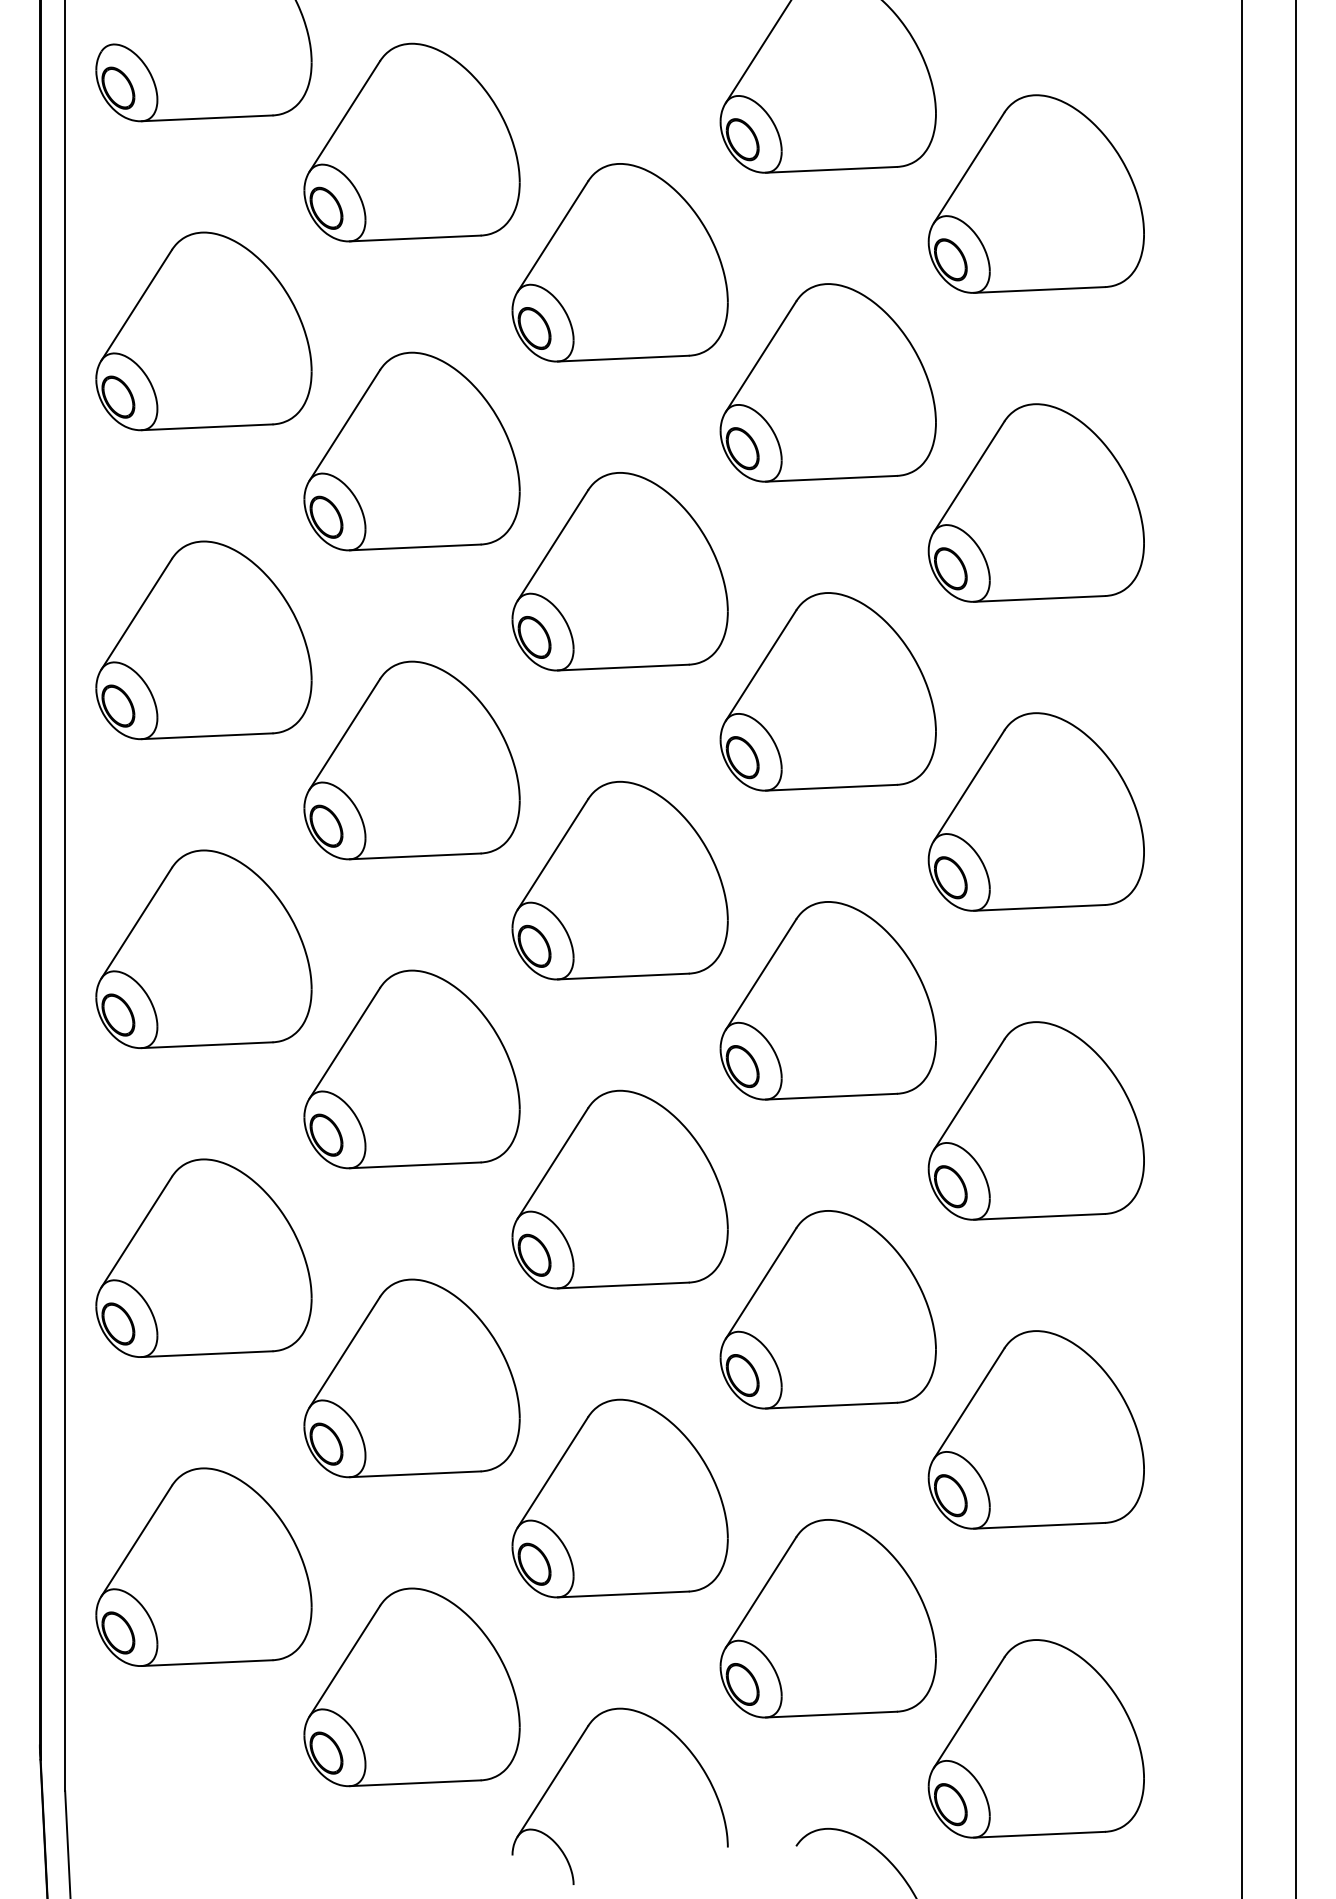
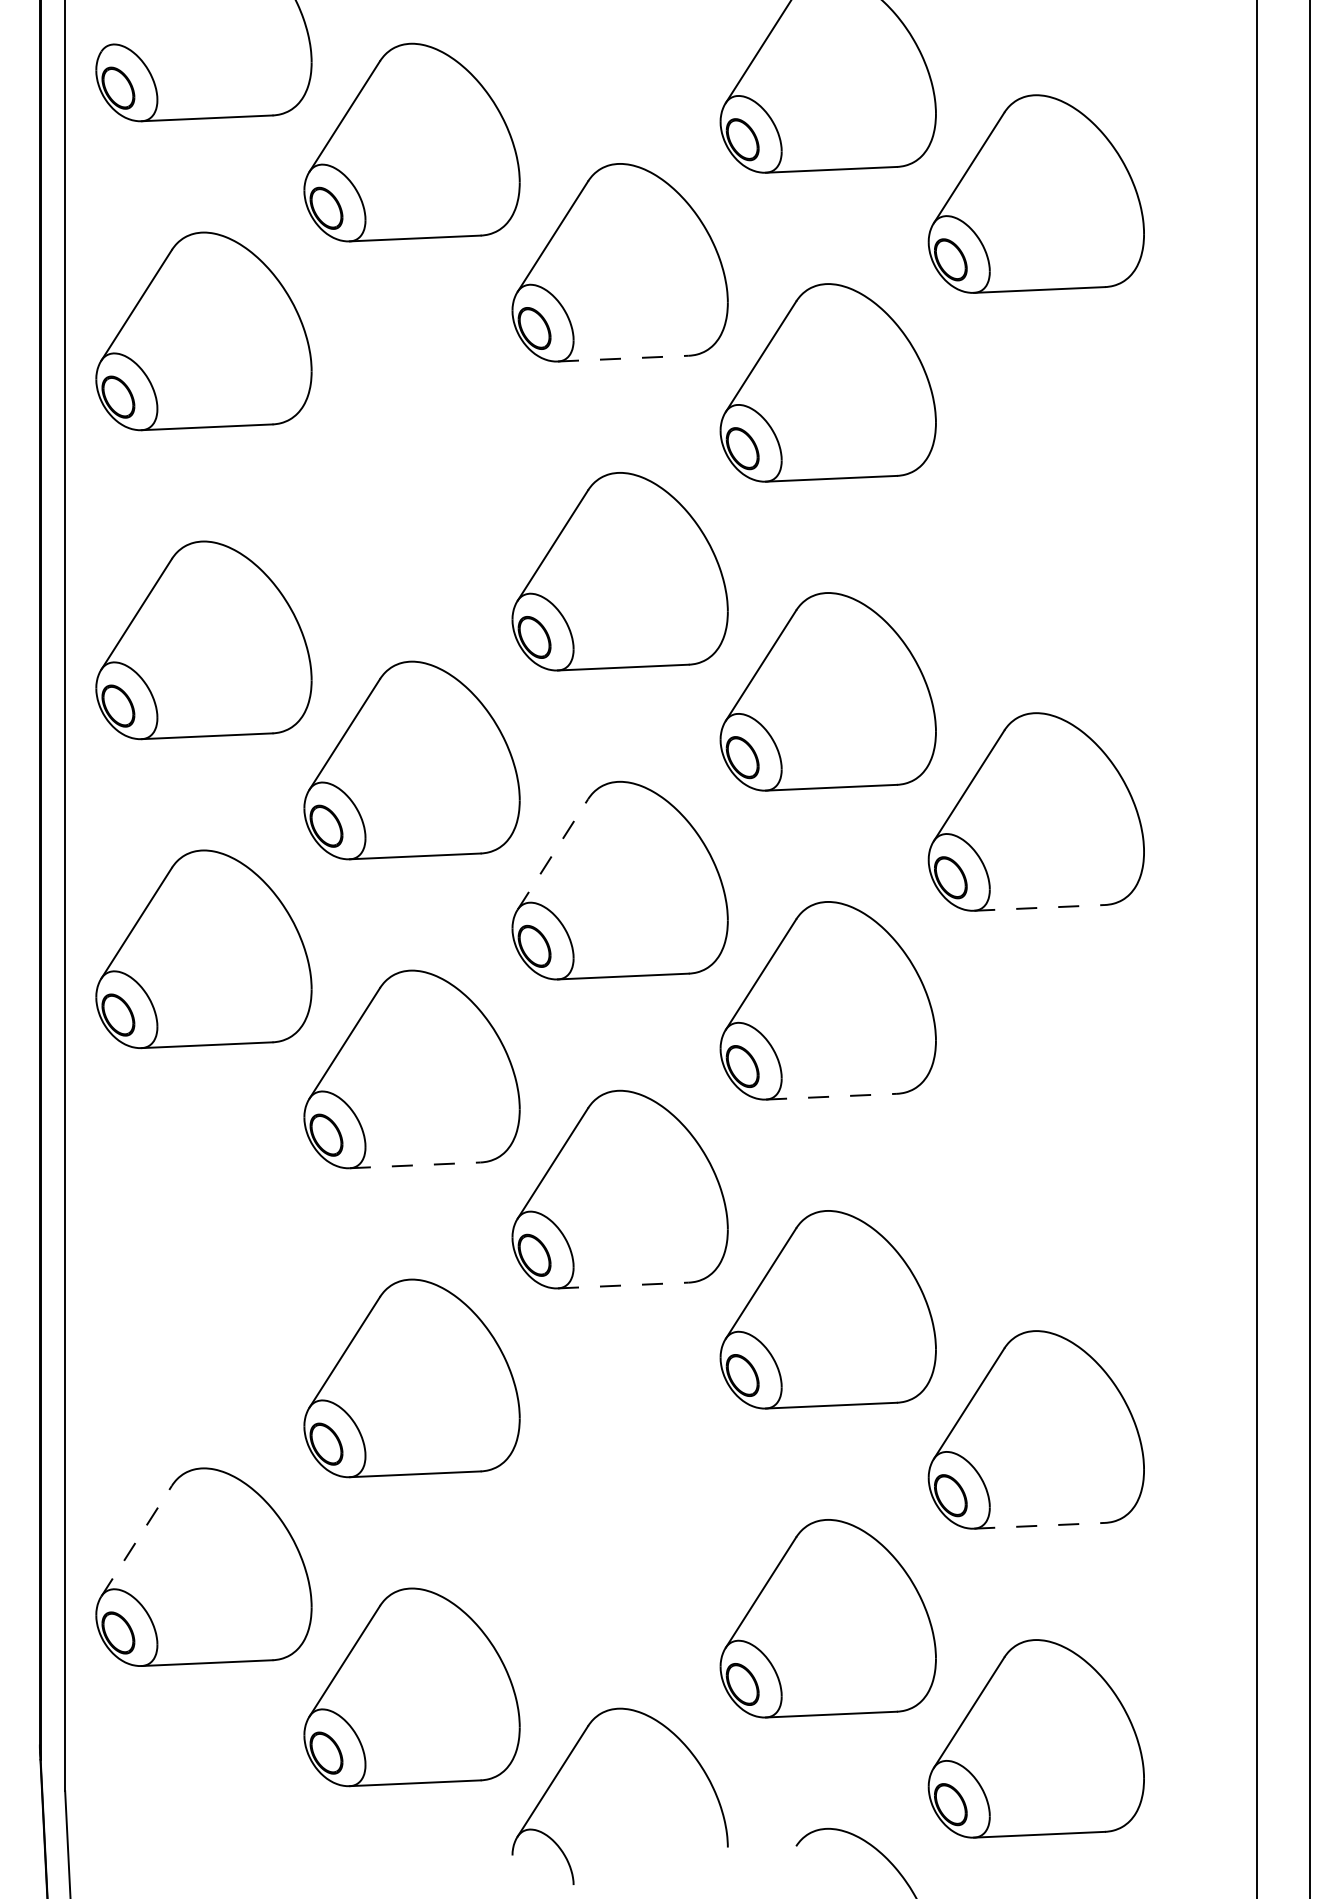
line at (623, 358): solid -> dashed
part at (411, 451): present -> none
part at (1035, 502): present -> none
line at (553, 854): solid -> dashed
line at (1040, 907): solid -> dashed
line at (1241, 948) position: (1241, 948) -> (1256, 948)
line at (1296, 948) position: (1296, 948) -> (1310, 948)
line at (831, 1096): solid -> dashed
part at (1035, 1120): present -> none
line at (415, 1165): solid -> dashed
part at (203, 1257): present -> none
line at (623, 1285): solid -> dashed
part at (619, 1498): present -> none
line at (1040, 1525): solid -> dashed
line at (136, 1540): solid -> dashed
